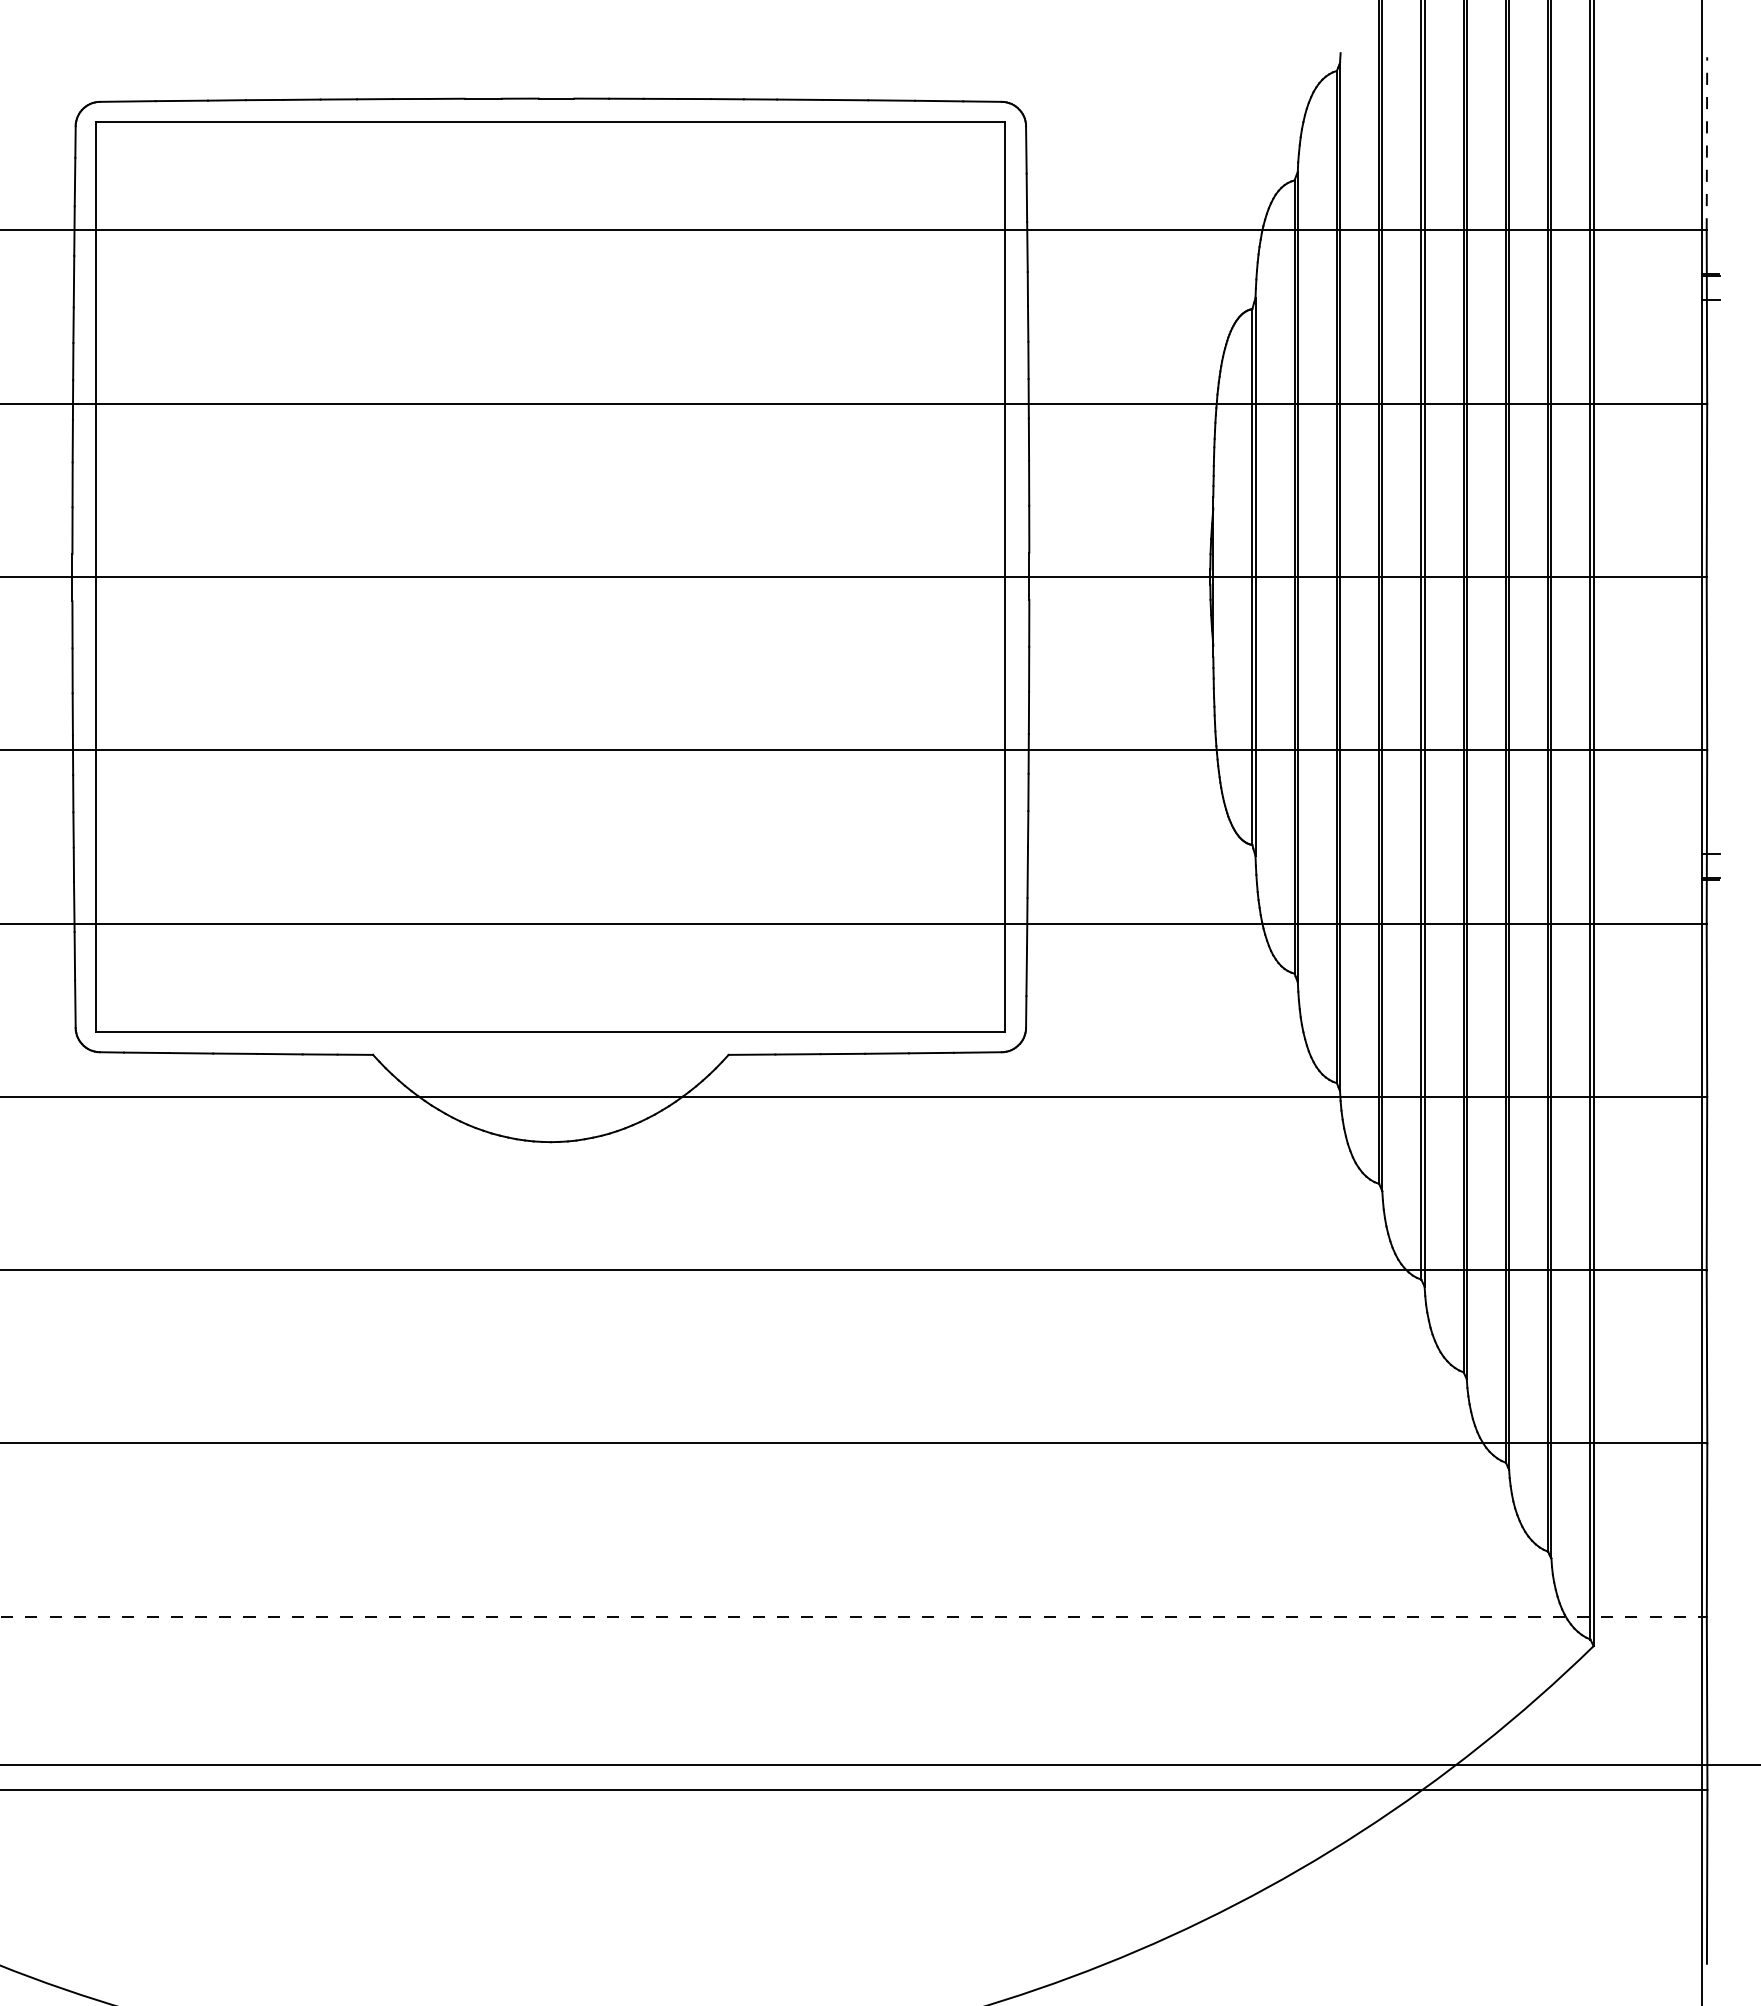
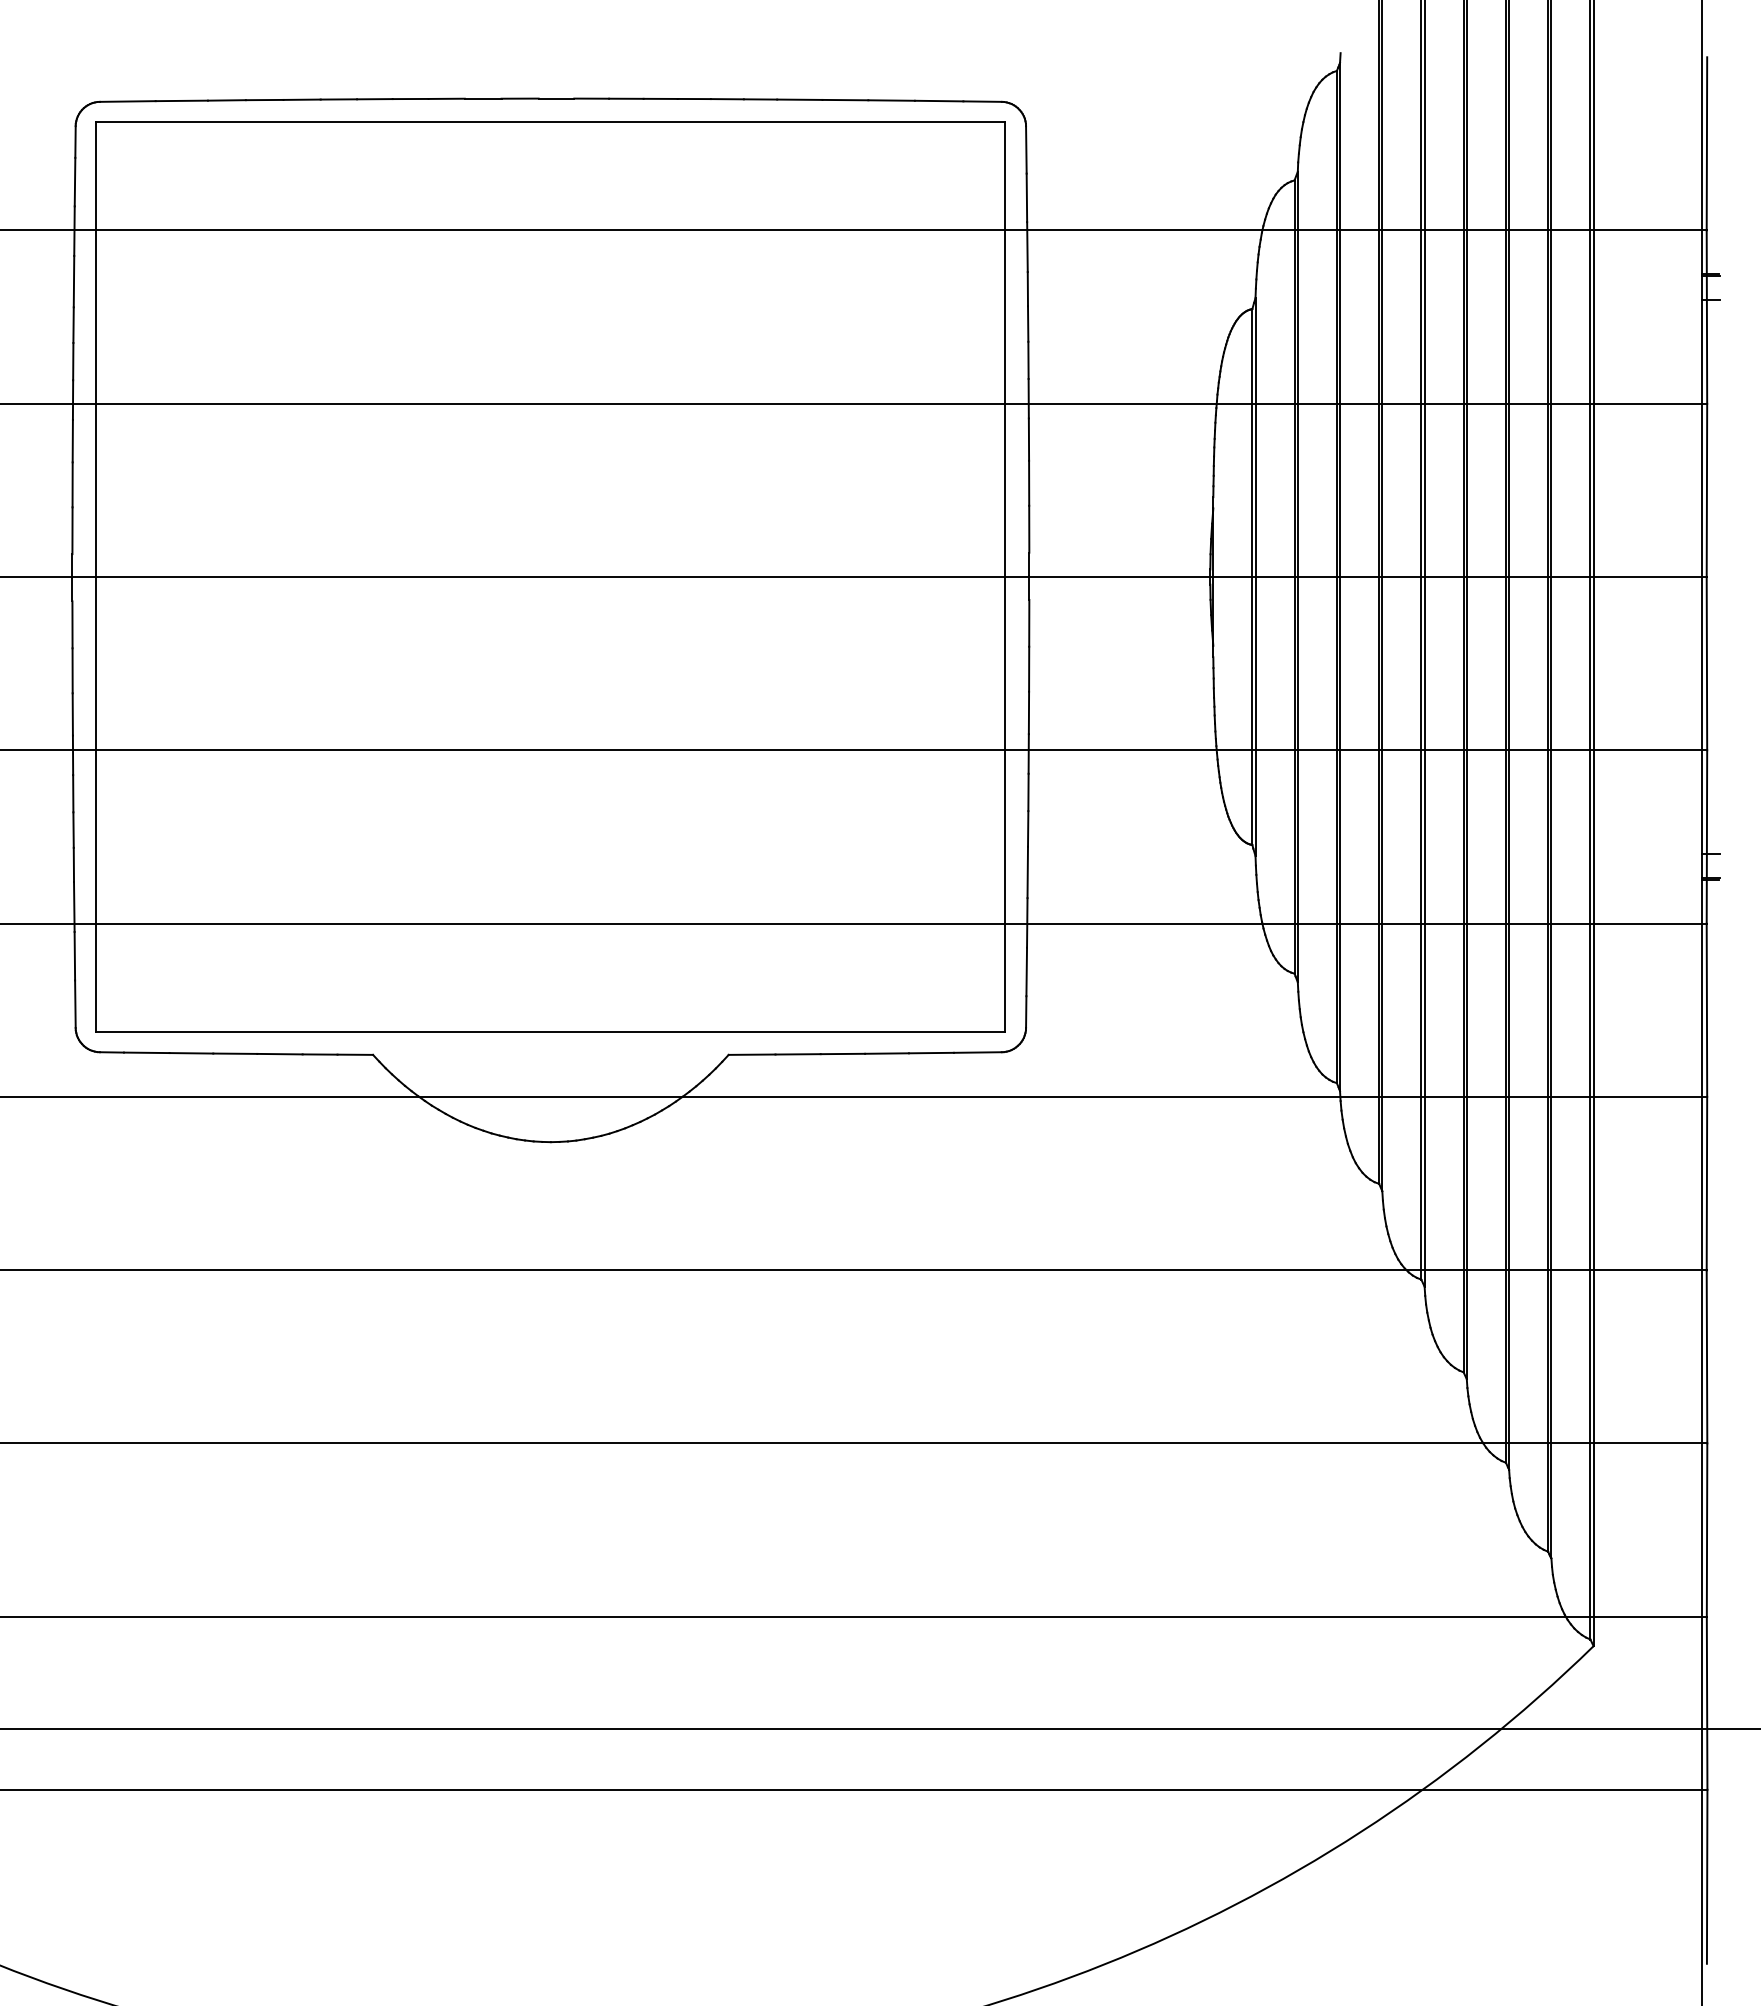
line at (1706, 143): dashed -> solid
line at (853, 1617): dashed -> solid
line at (879, 1764) position: (879, 1764) -> (879, 1728)
